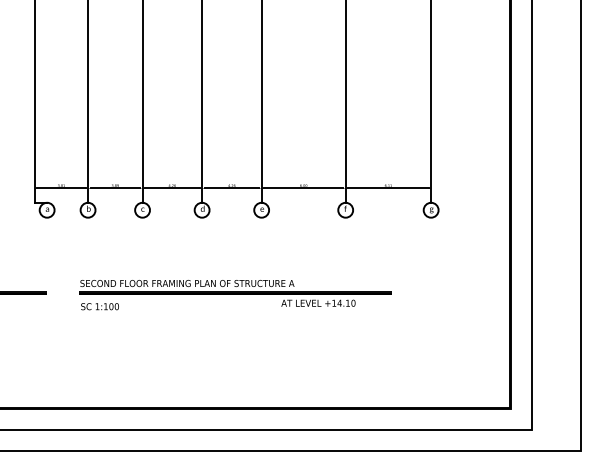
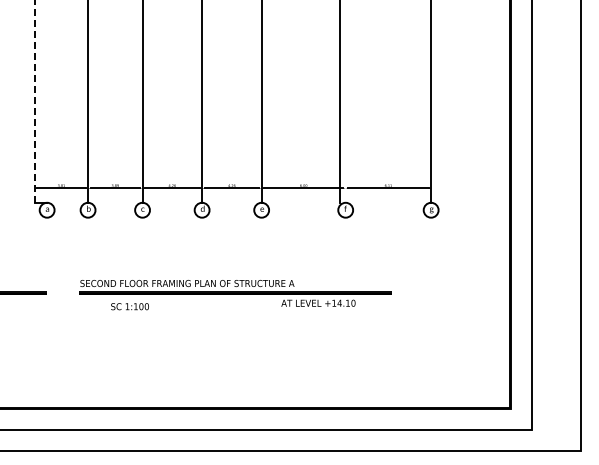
line at (34, 101): solid -> dashed
line at (345, 102) position: (345, 102) -> (339, 102)
text at (99, 306) position: (99, 306) -> (129, 306)
